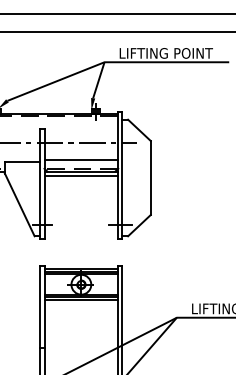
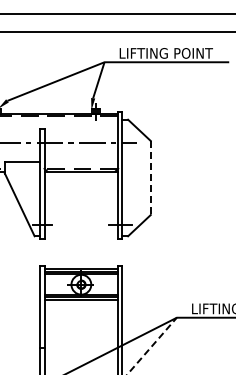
line at (81, 160): present -> none
line at (81, 175): present -> none
line at (150, 178): solid -> dashed
line at (152, 346): solid -> dashed
